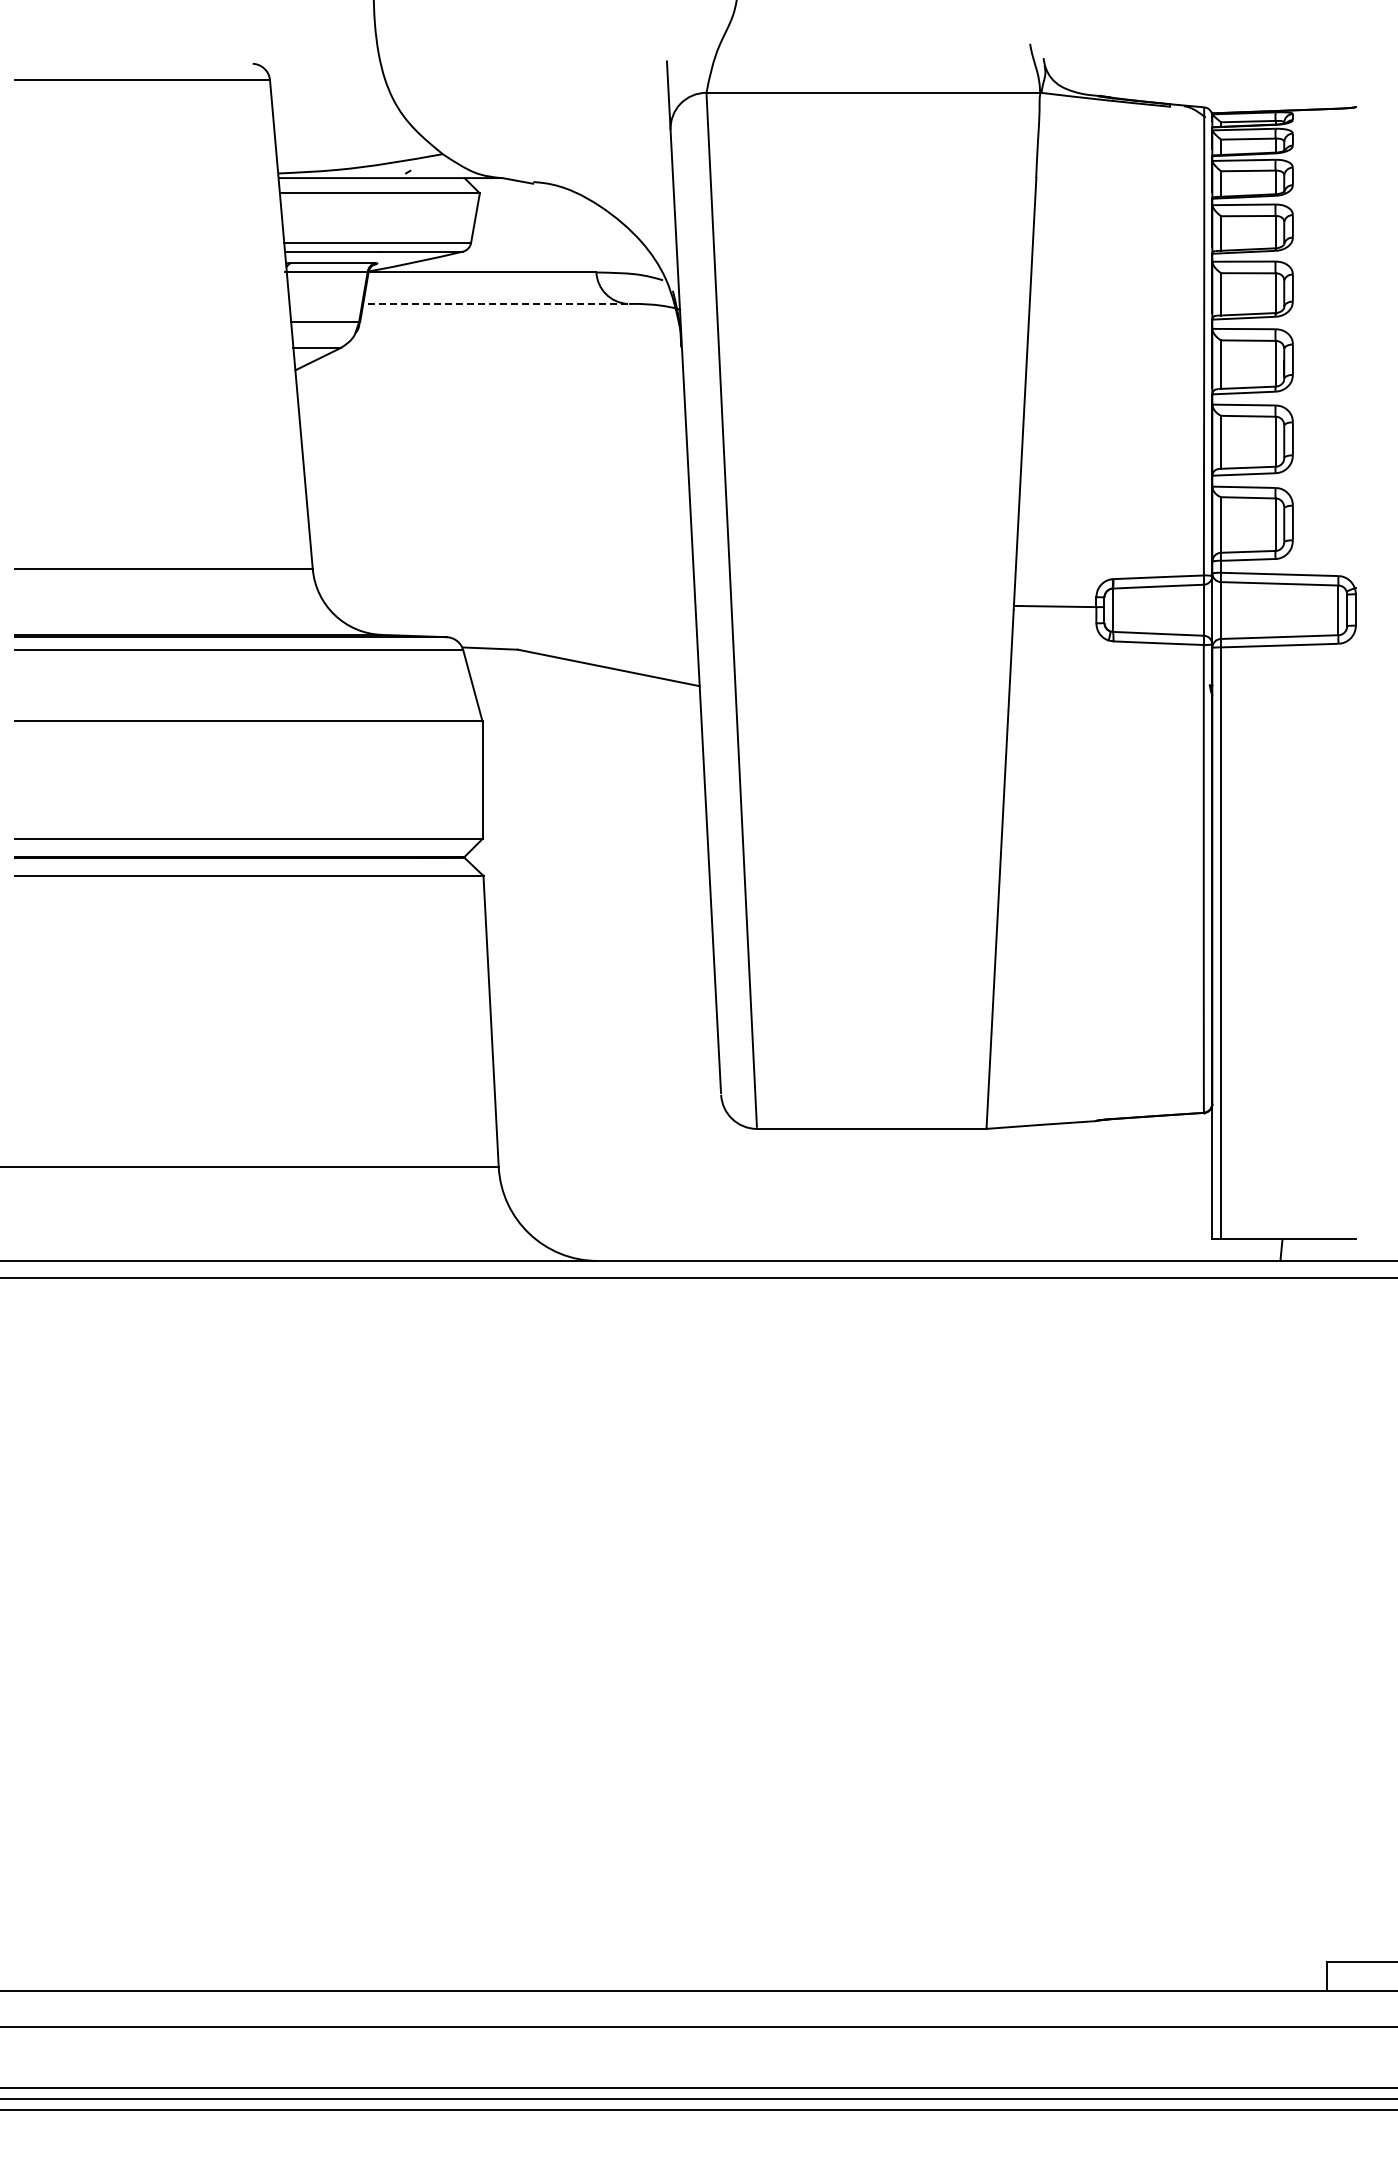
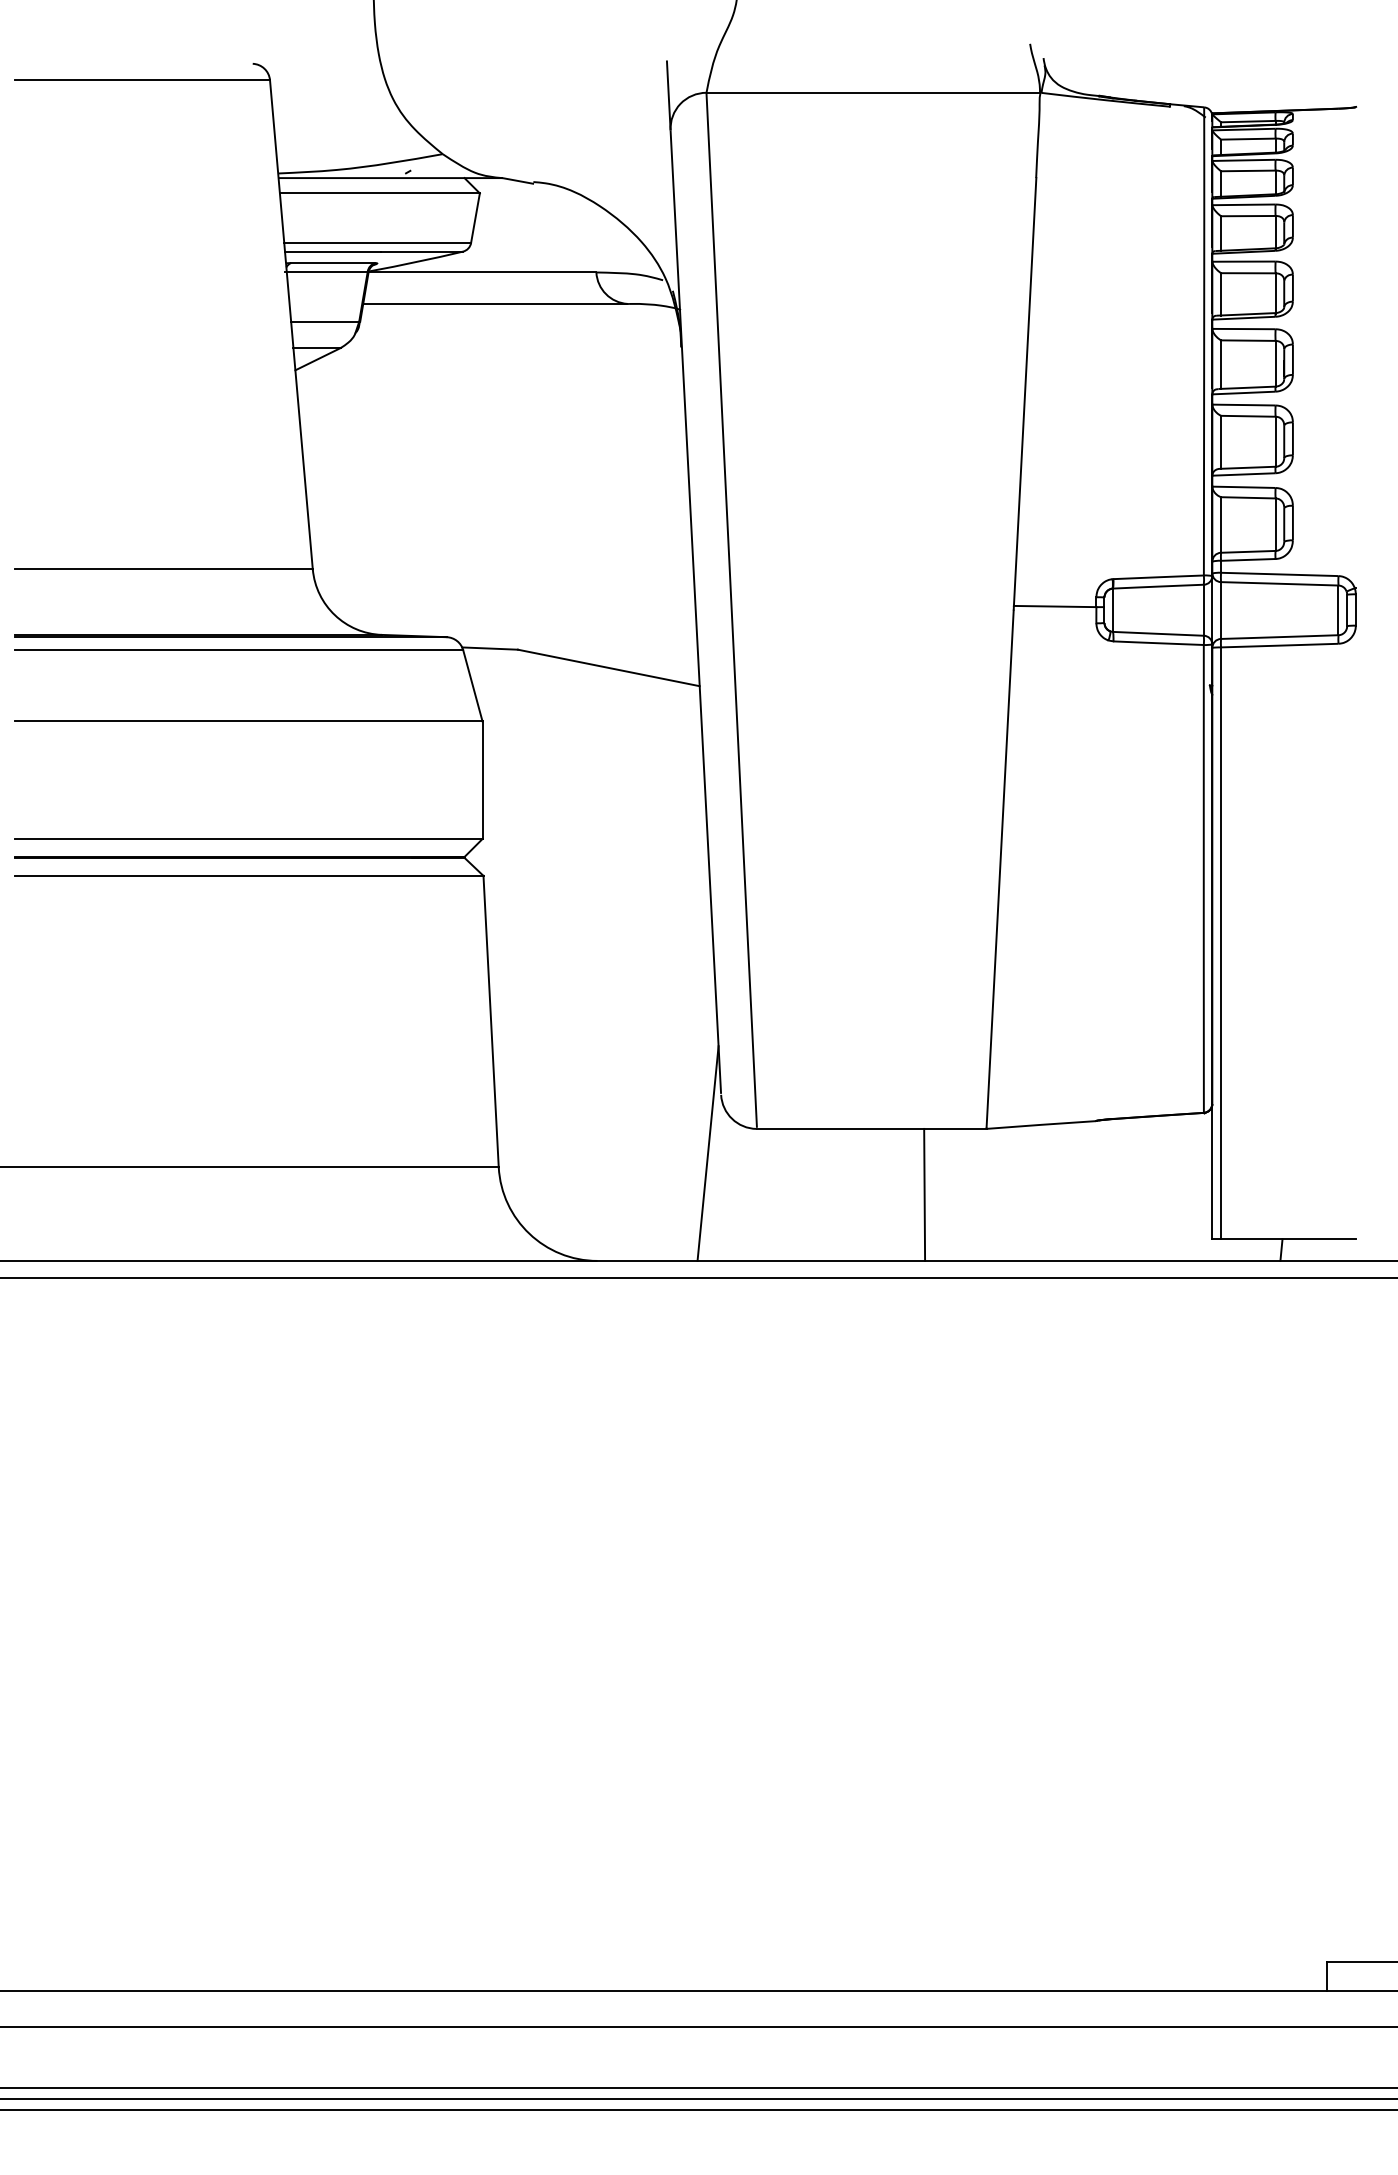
line at (495, 303): dashed -> solid
line at (707, 1153): none -> present
line at (924, 1194): none -> present
